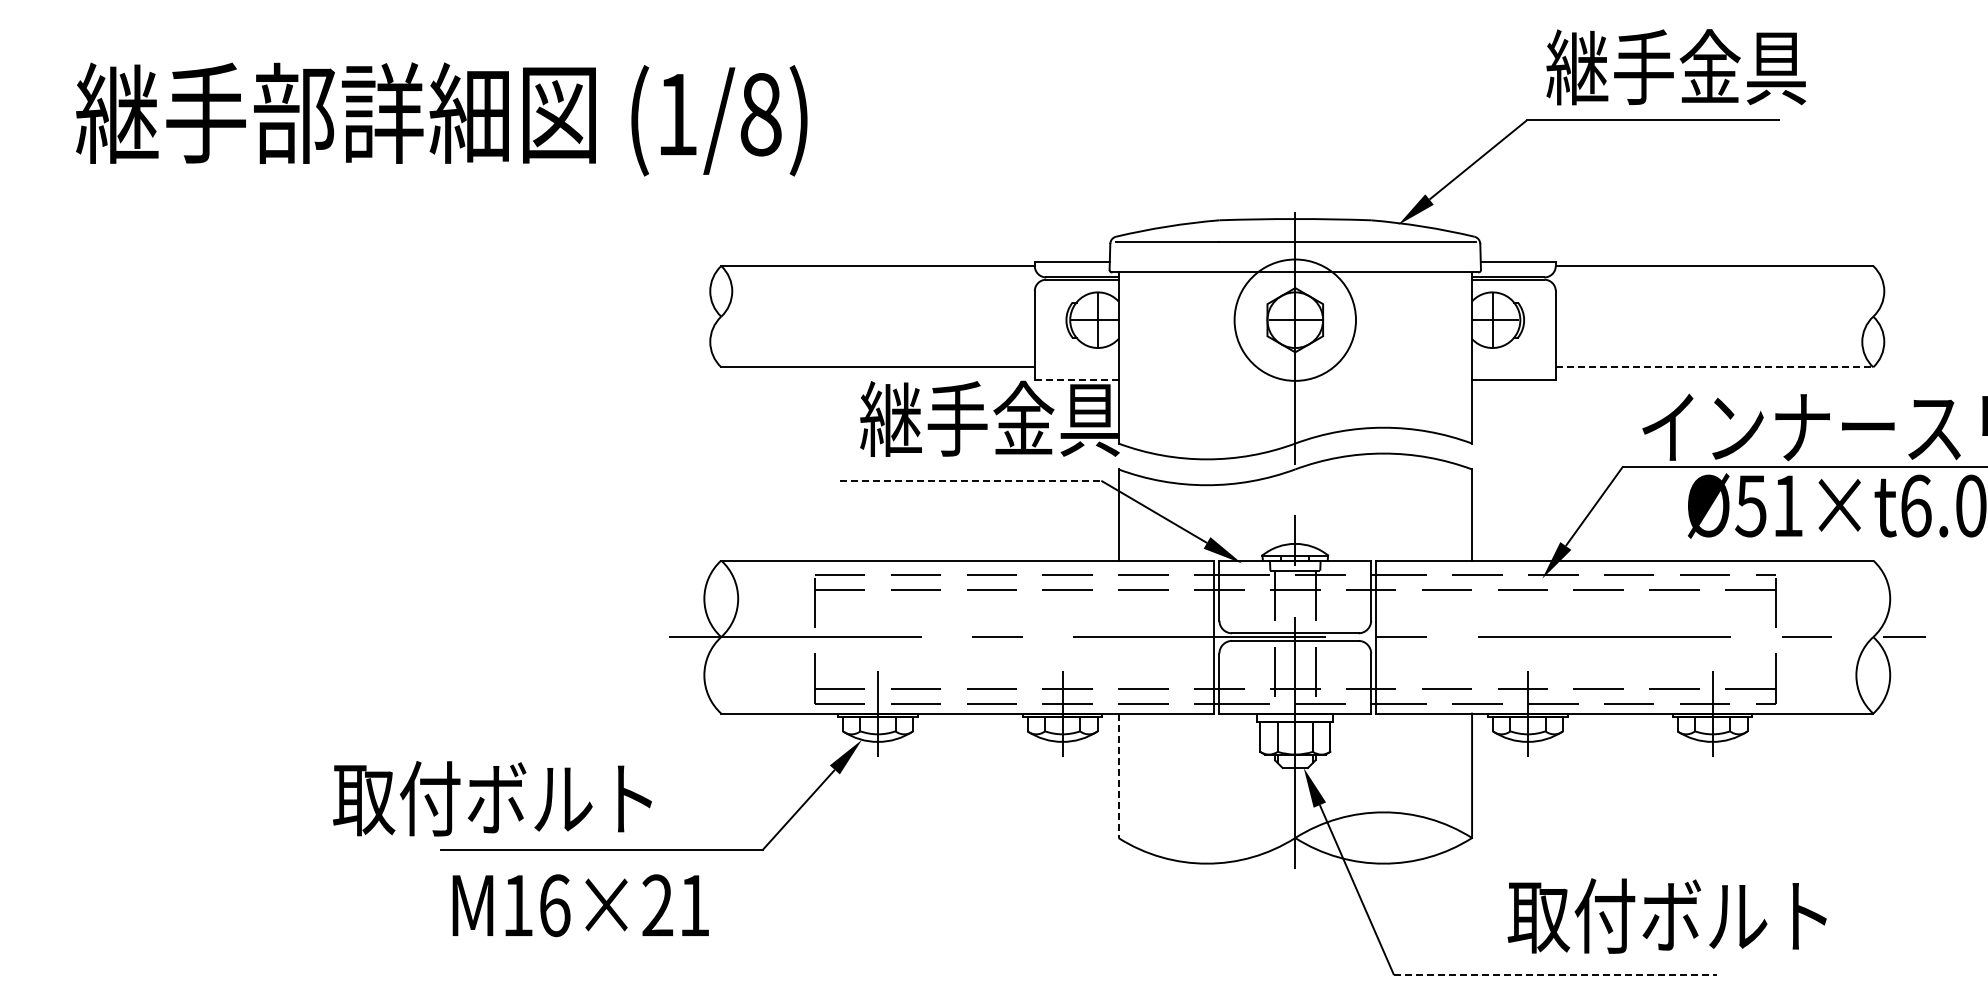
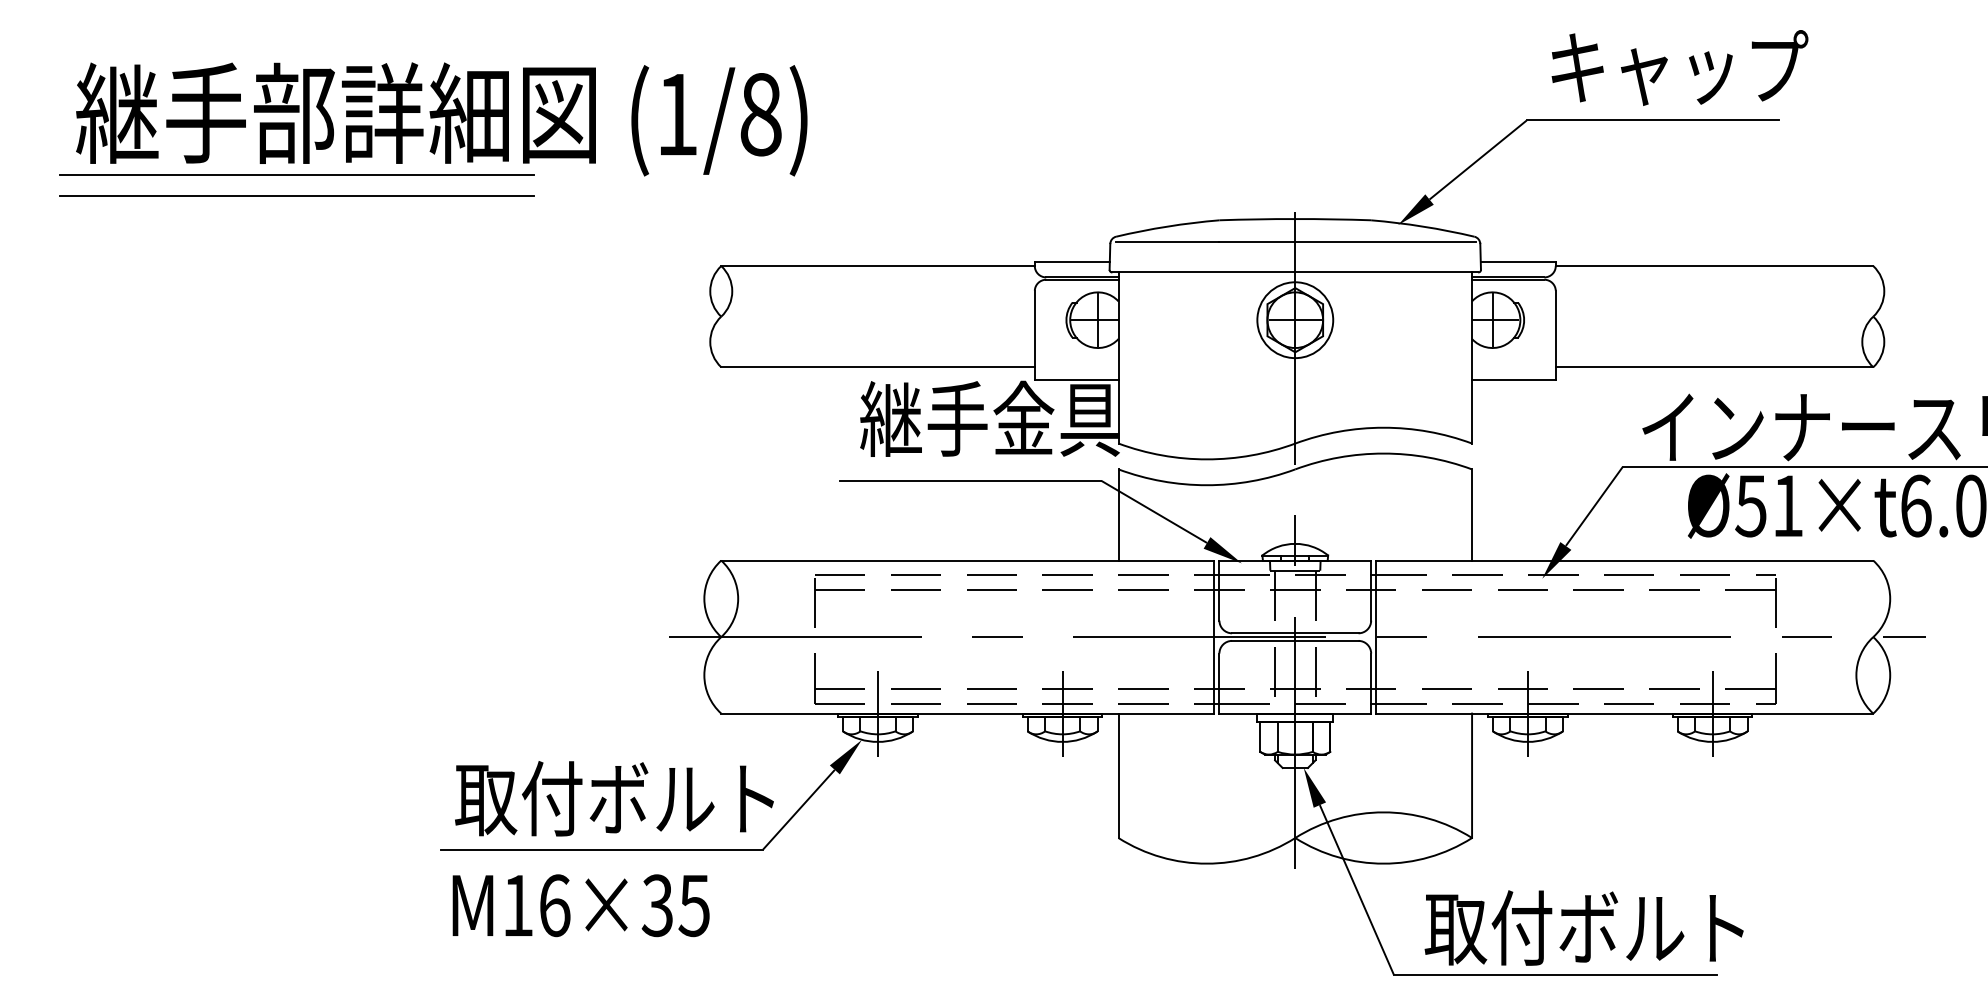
text at (1677, 67): 継手金具 -> キャップ
line at (296, 174): none -> present
line at (296, 195): none -> present
circle at (1294, 319) diameter: 121 px -> 76 px
line at (1714, 367): dashed -> solid
line at (1076, 380): dashed -> solid
line at (970, 480): dashed -> solid
line at (1118, 776): dashed -> solid
text at (492, 798) position: (492, 798) -> (614, 798)
text at (675, 905): M16×21 -> M16×35
text at (1666, 915) position: (1666, 915) -> (1583, 927)
line at (1555, 975): dashed -> solid
